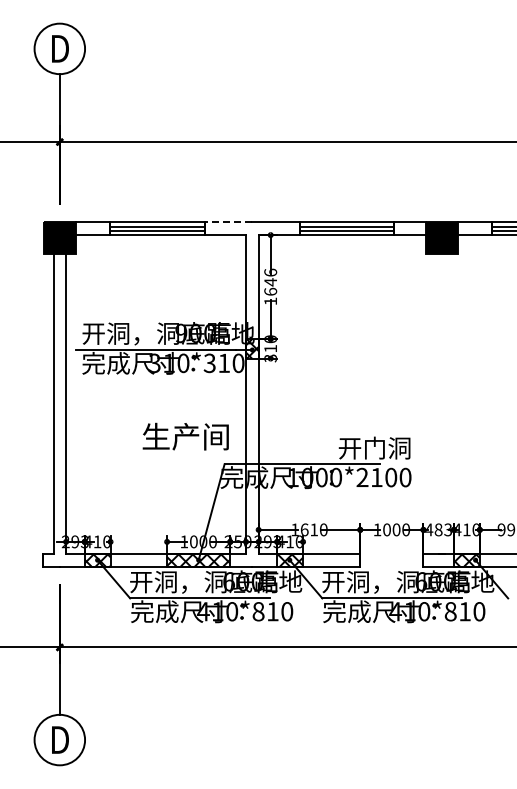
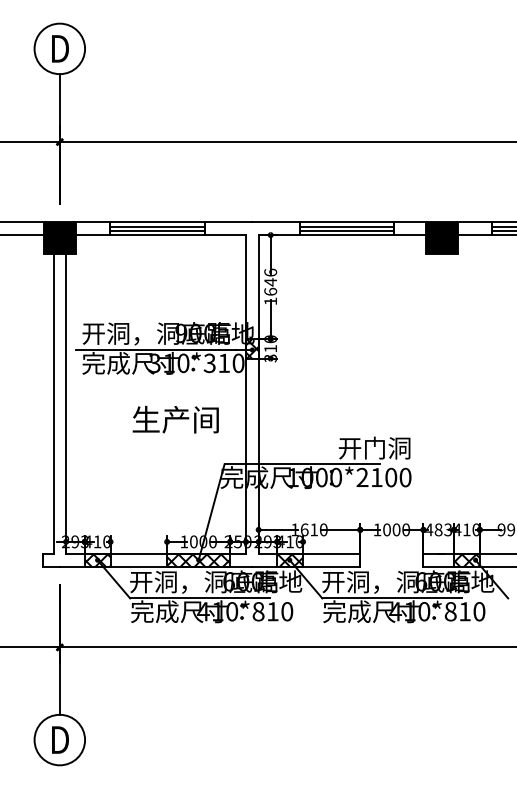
line at (23, 222): none -> present
line at (228, 222): dashed -> solid
line at (23, 235): none -> present
text at (185, 436) position: (185, 436) -> (175, 419)
